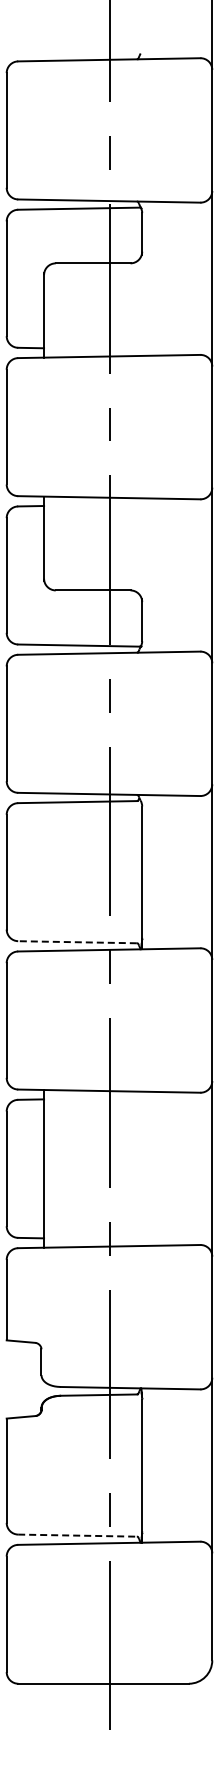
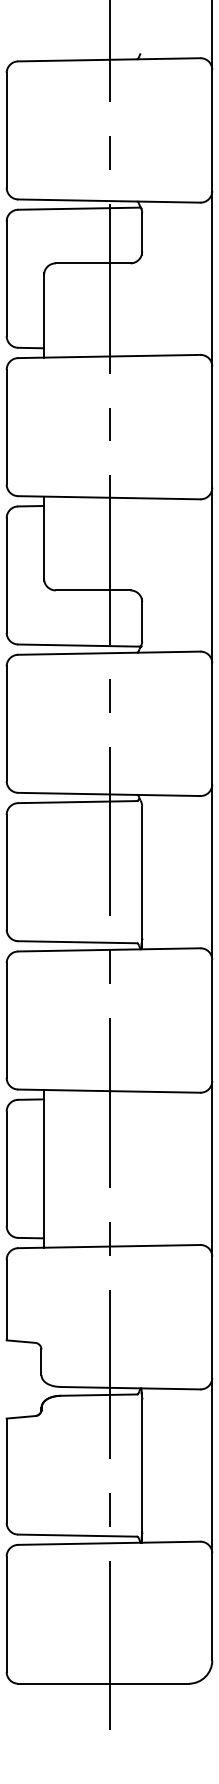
line at (76, 942): dashed -> solid
line at (77, 1535): dashed -> solid
